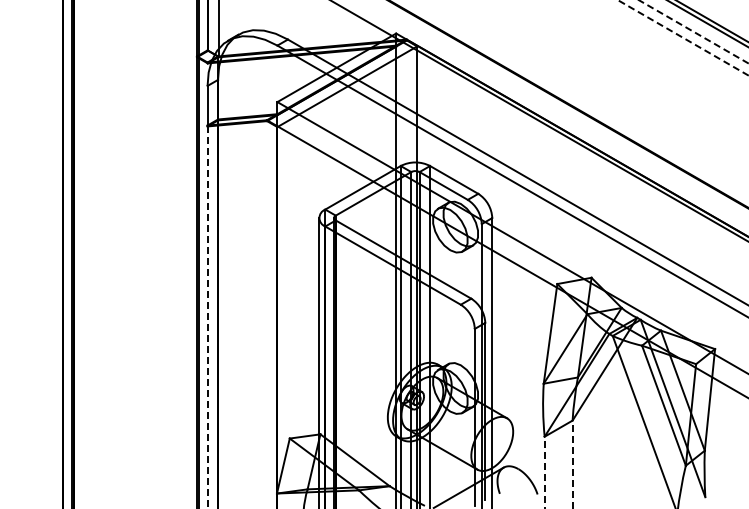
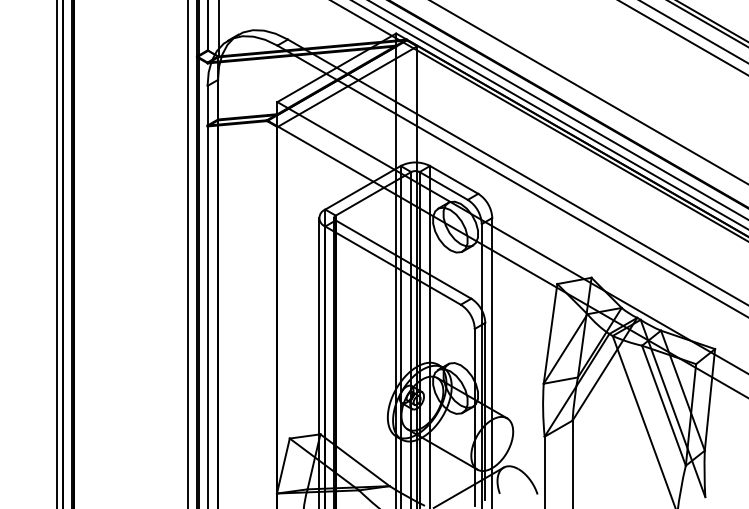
line at (693, 31): dashed -> solid
line at (683, 38): dashed -> solid
line at (589, 92): none -> present
line at (558, 110): none -> present
line at (549, 115): none -> present
line at (57, 253): none -> present
line at (188, 253): none -> present
line at (207, 317): dashed -> solid
line at (572, 464): dashed -> solid
line at (544, 472): dashed -> solid
